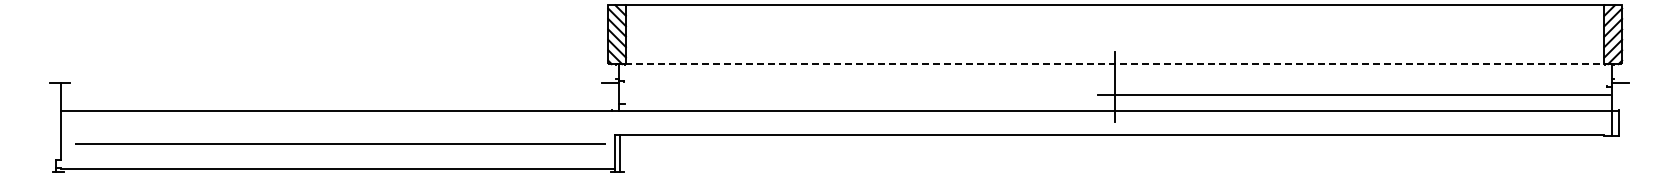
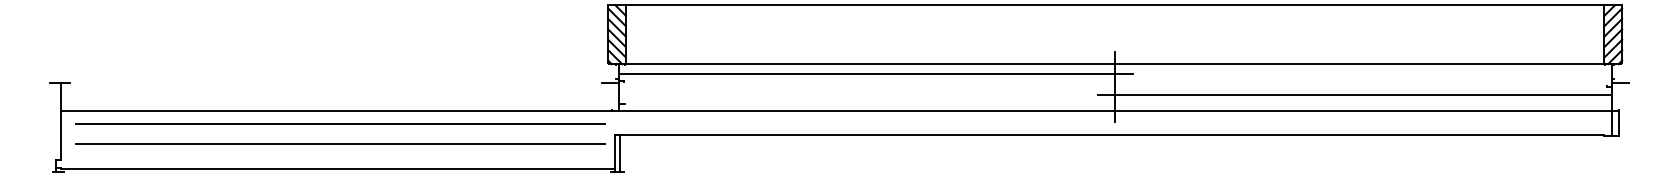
line at (1115, 64): dashed -> solid
line at (876, 73): none -> present
line at (340, 124): none -> present
